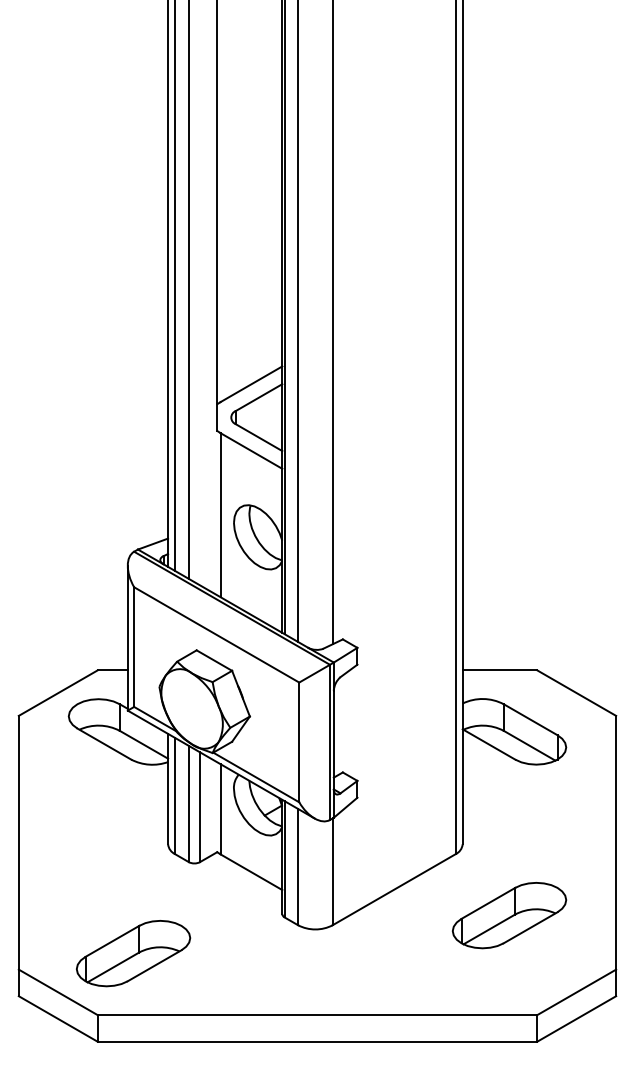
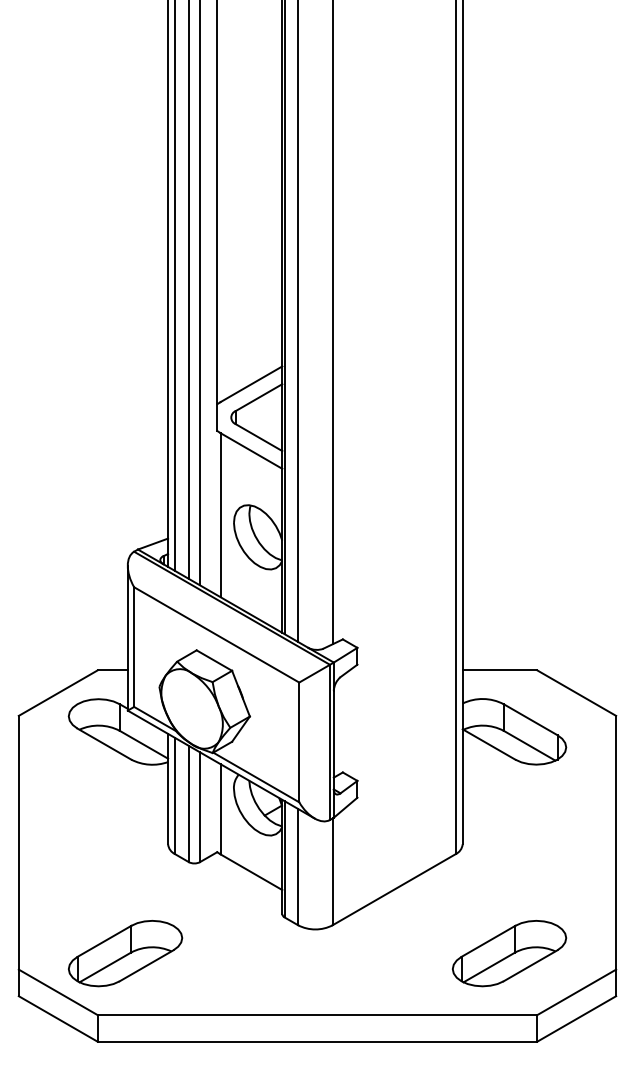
line at (200, 293): none -> present
part at (509, 915) position: (509, 915) -> (509, 953)
part at (133, 953) position: (133, 953) -> (125, 953)
